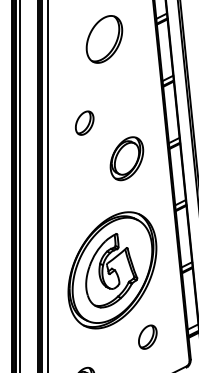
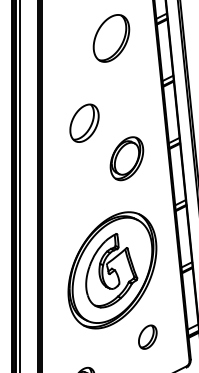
part at (104, 39) position: (104, 39) -> (111, 38)
part at (84, 122) size: 20x26 px -> 31x40 px
line at (47, 185): present -> none
